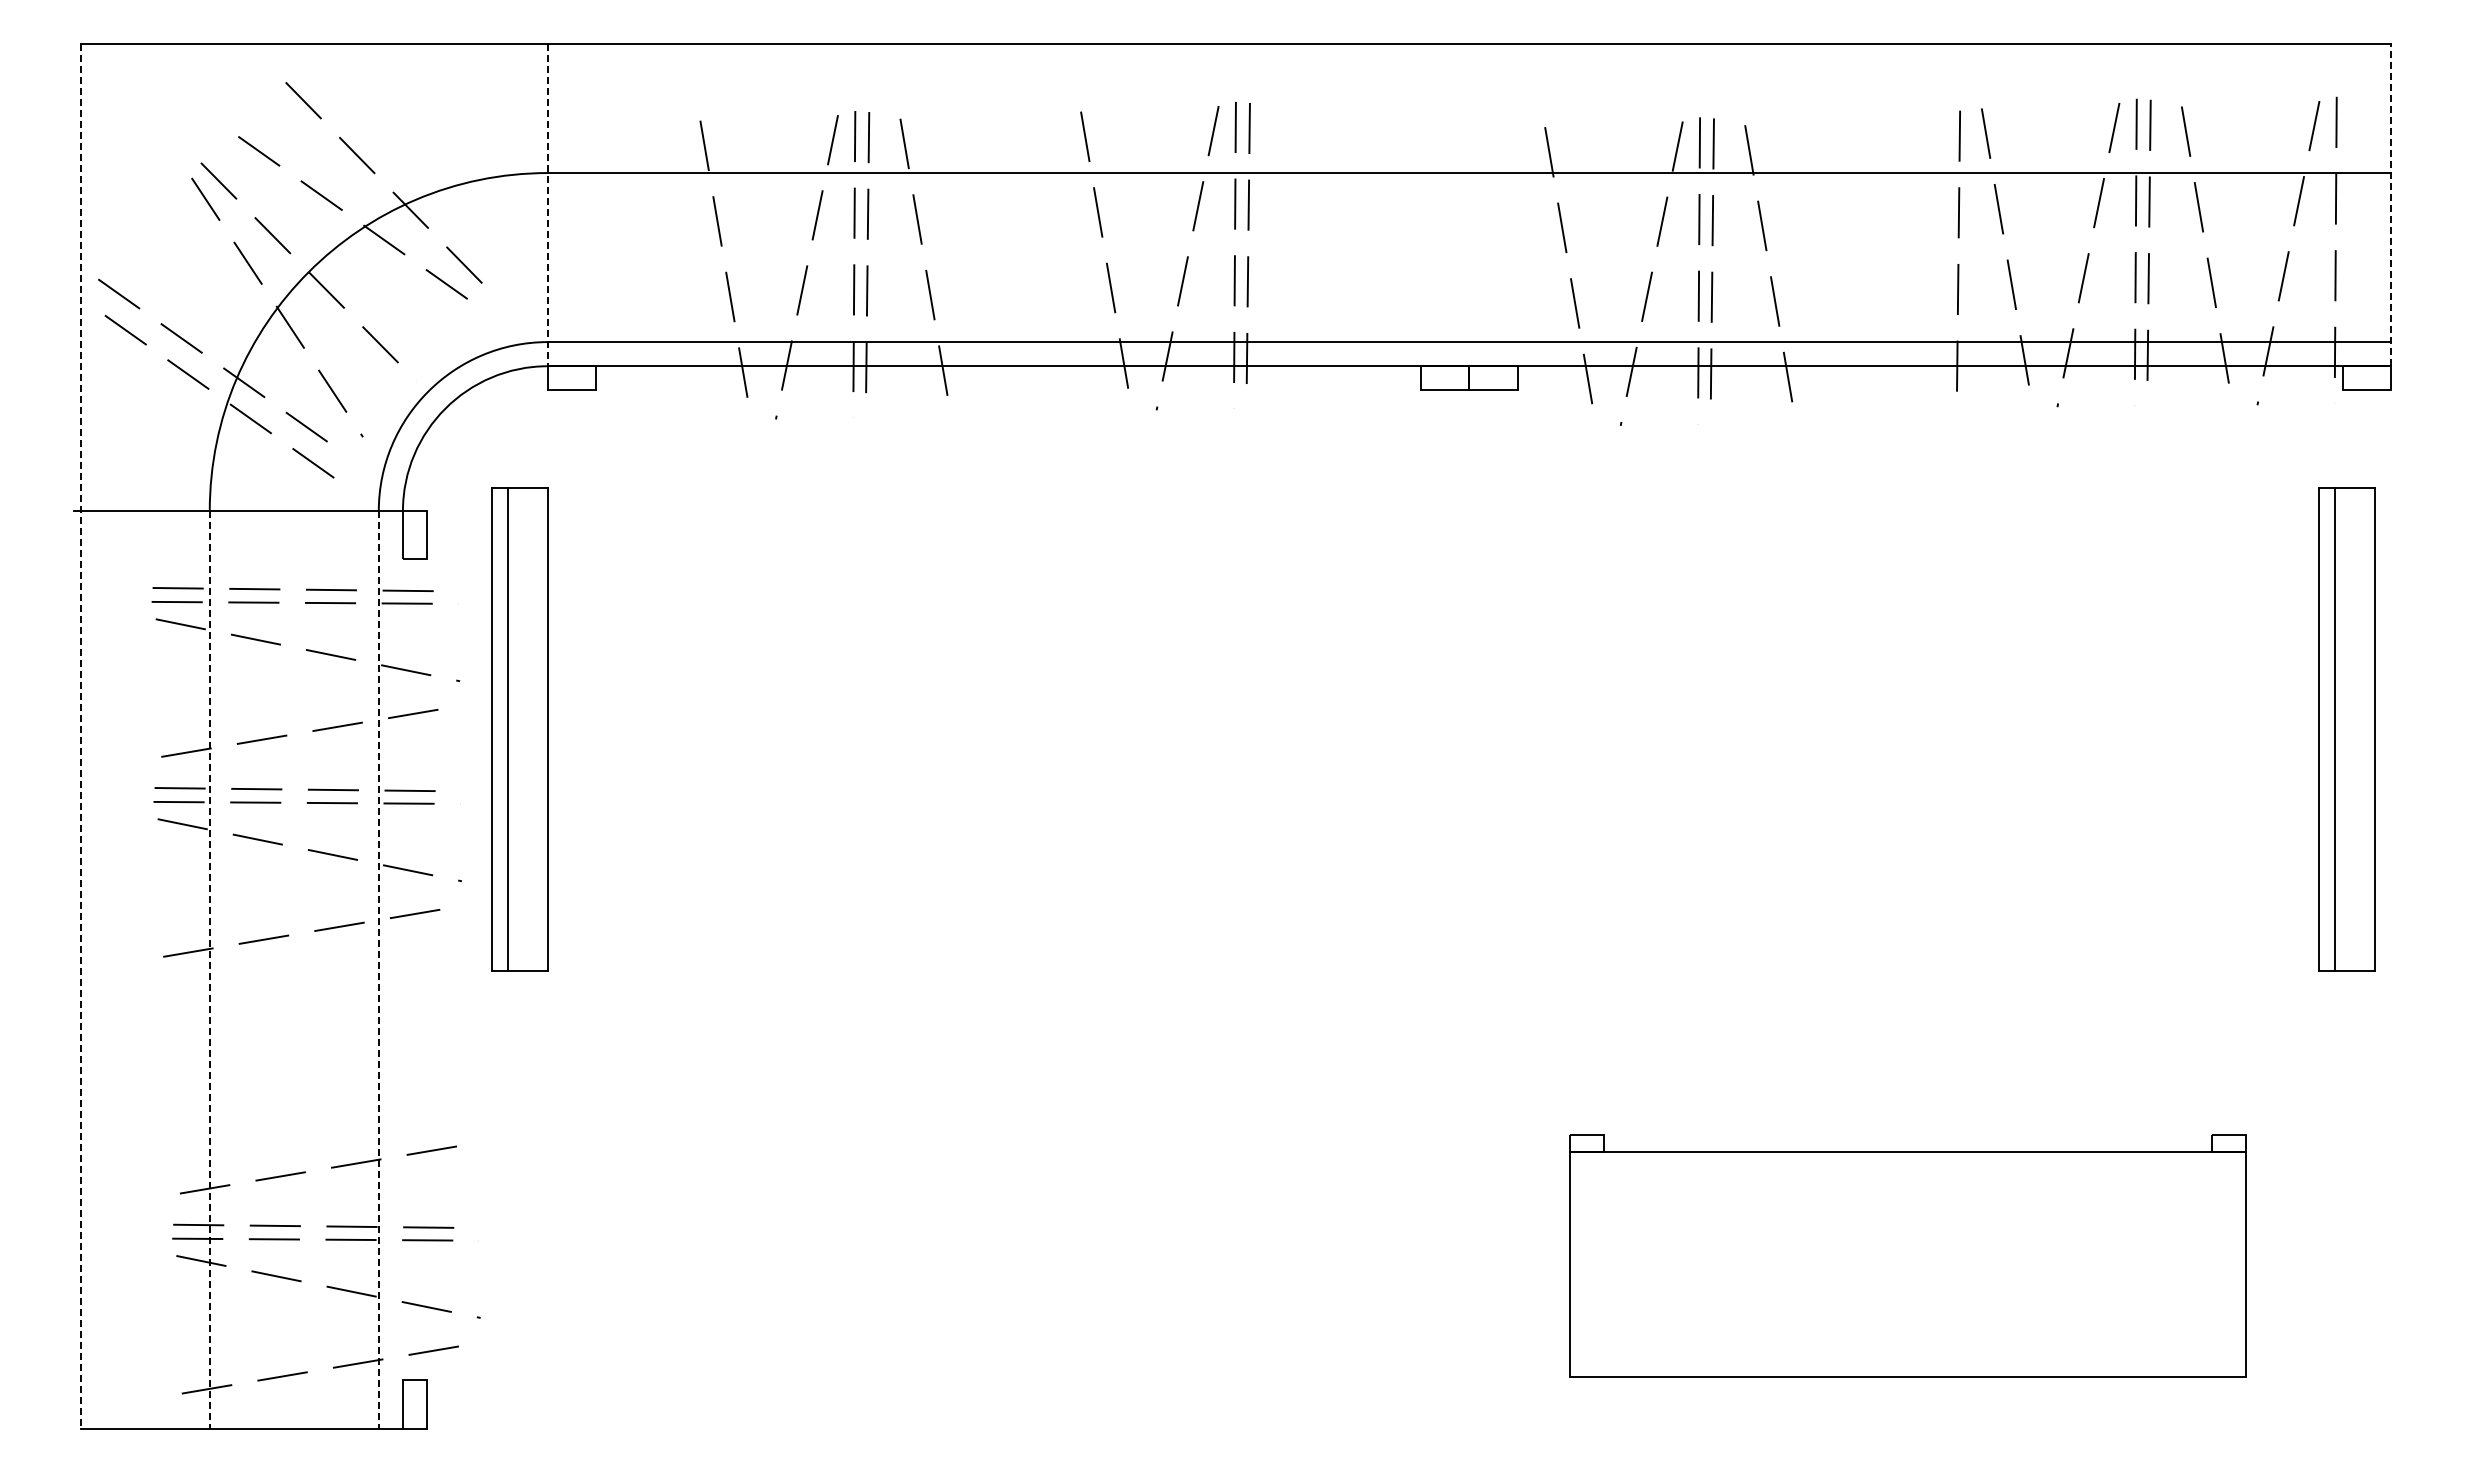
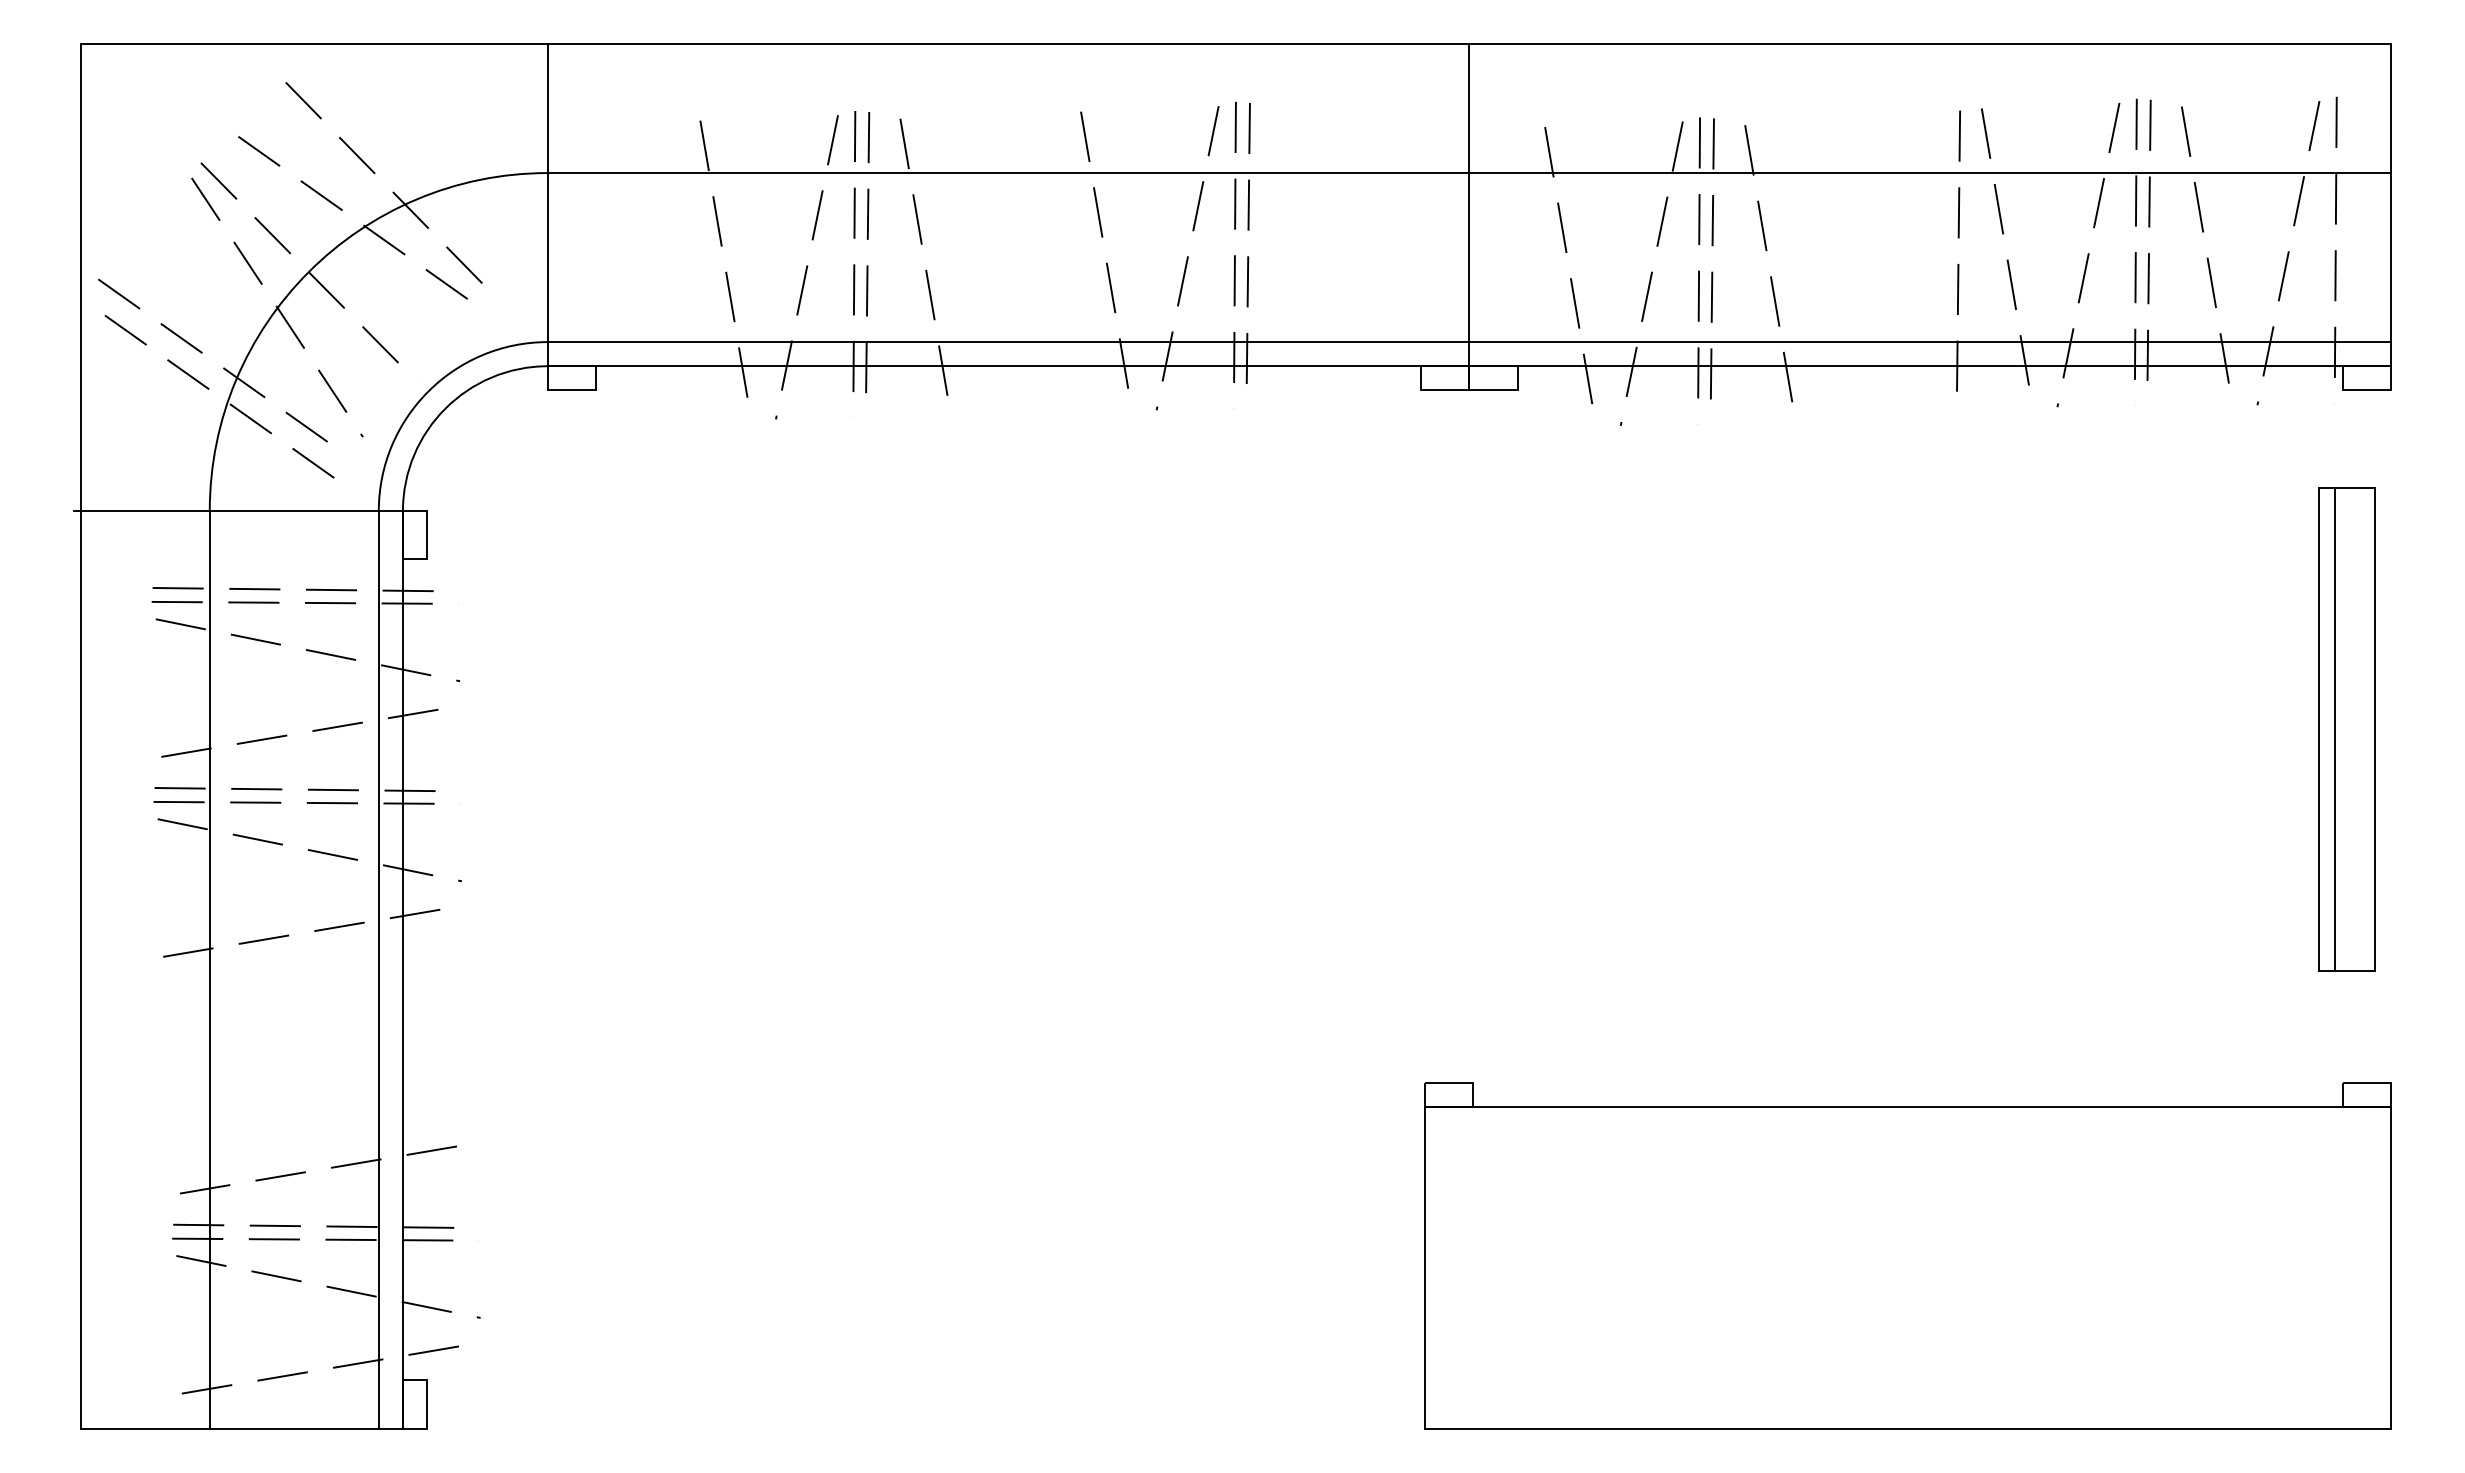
line at (547, 205): dashed -> solid
line at (1469, 205): none -> present
line at (2391, 205): dashed -> solid
part at (519, 729): present -> none
line at (80, 736): dashed -> solid
line at (209, 969): dashed -> solid
line at (378, 969): dashed -> solid
line at (402, 969): none -> present
part at (1907, 1255) size: 678x244 px -> 968x348 px
